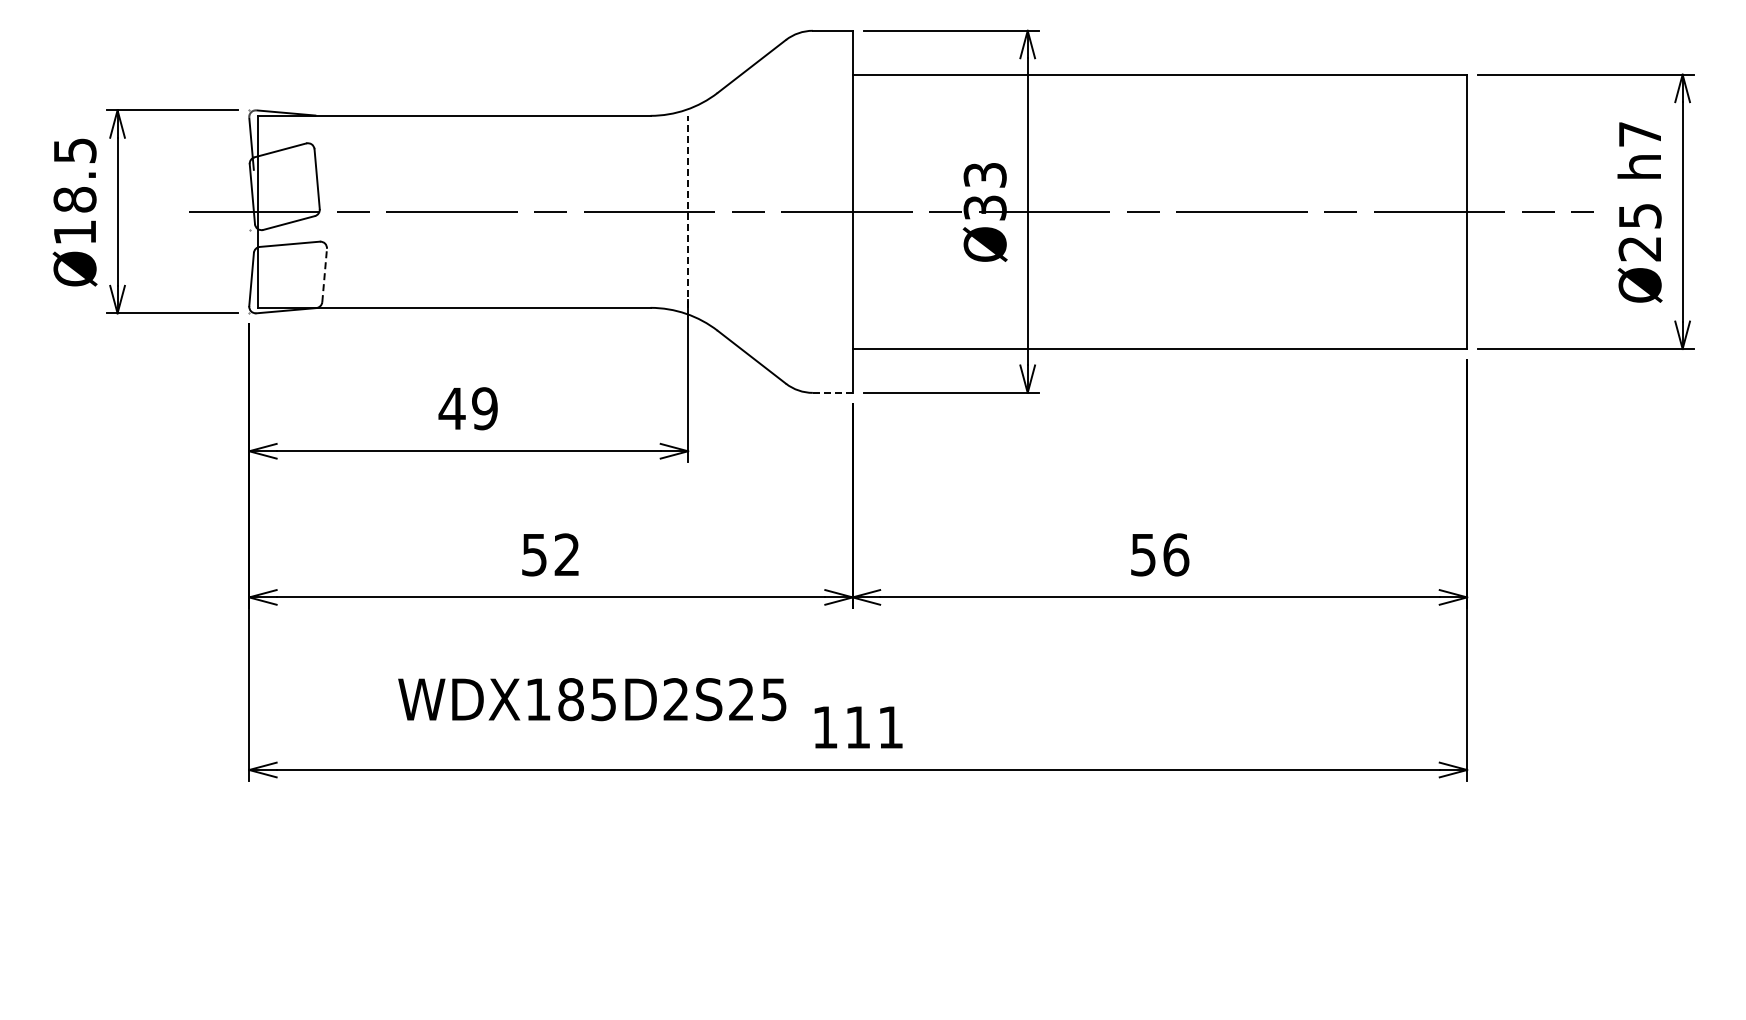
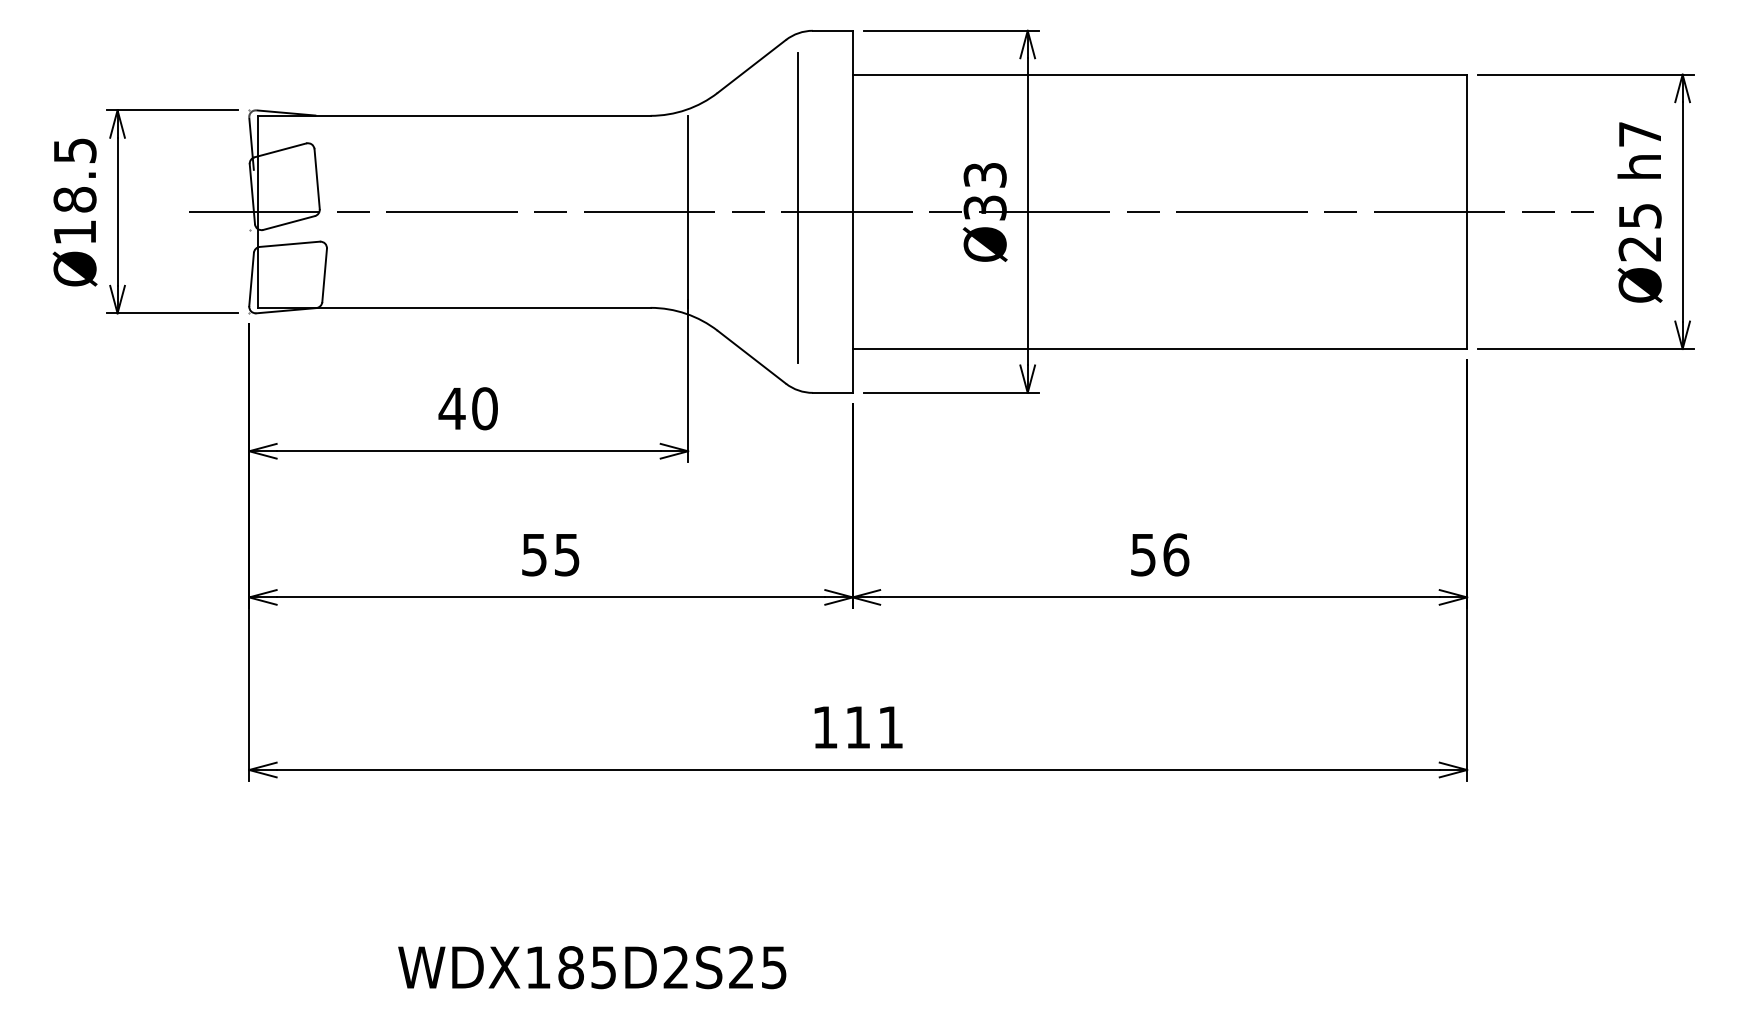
line at (797, 208): none -> present
line at (688, 211): dashed -> solid
line at (324, 275): dashed -> solid
line at (832, 392): dashed -> solid
text at (484, 408): 49 -> 40
text at (566, 554): 52 -> 55
text at (592, 699) position: (592, 699) -> (592, 967)
